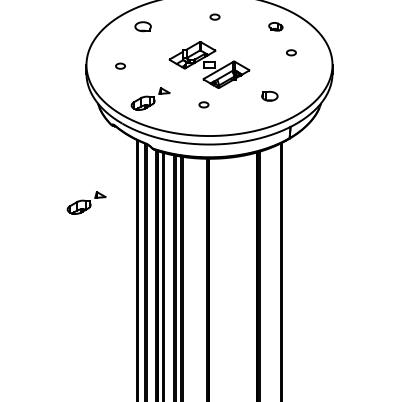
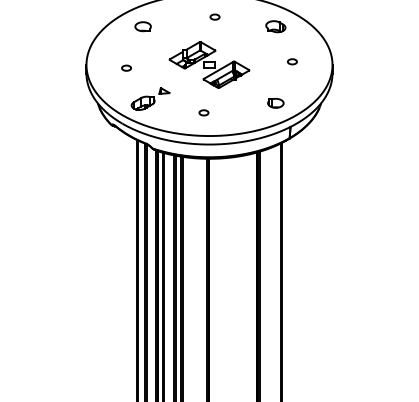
part at (275, 26) size: 16x10 px -> 22x14 px
part at (291, 52) position: (291, 52) -> (292, 61)
part at (120, 65) position: (120, 65) -> (126, 67)
part at (269, 95) position: (269, 95) -> (275, 102)
part at (203, 104) position: (203, 104) -> (203, 112)
part at (86, 202): present -> none
